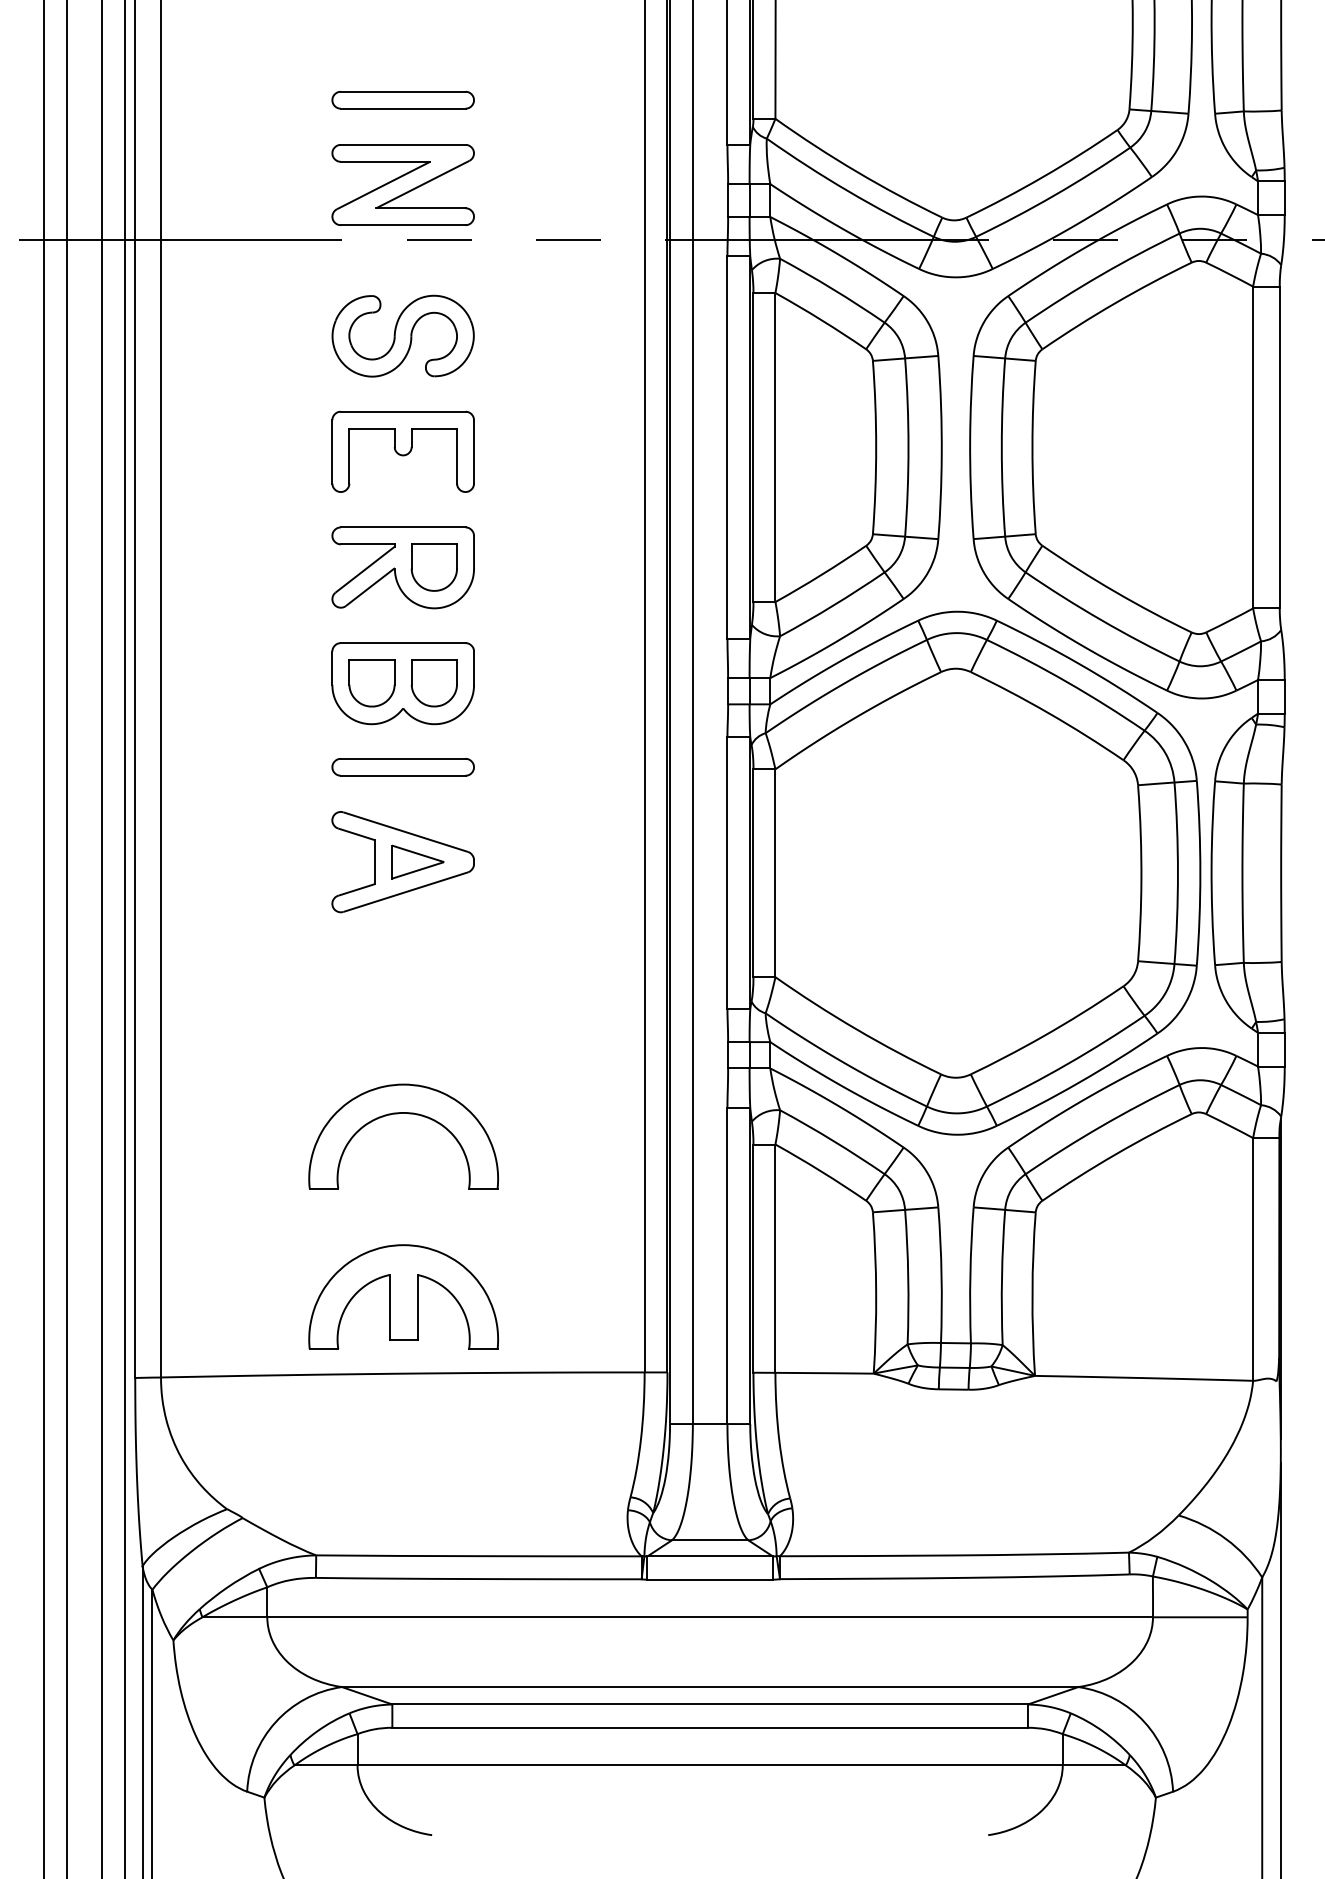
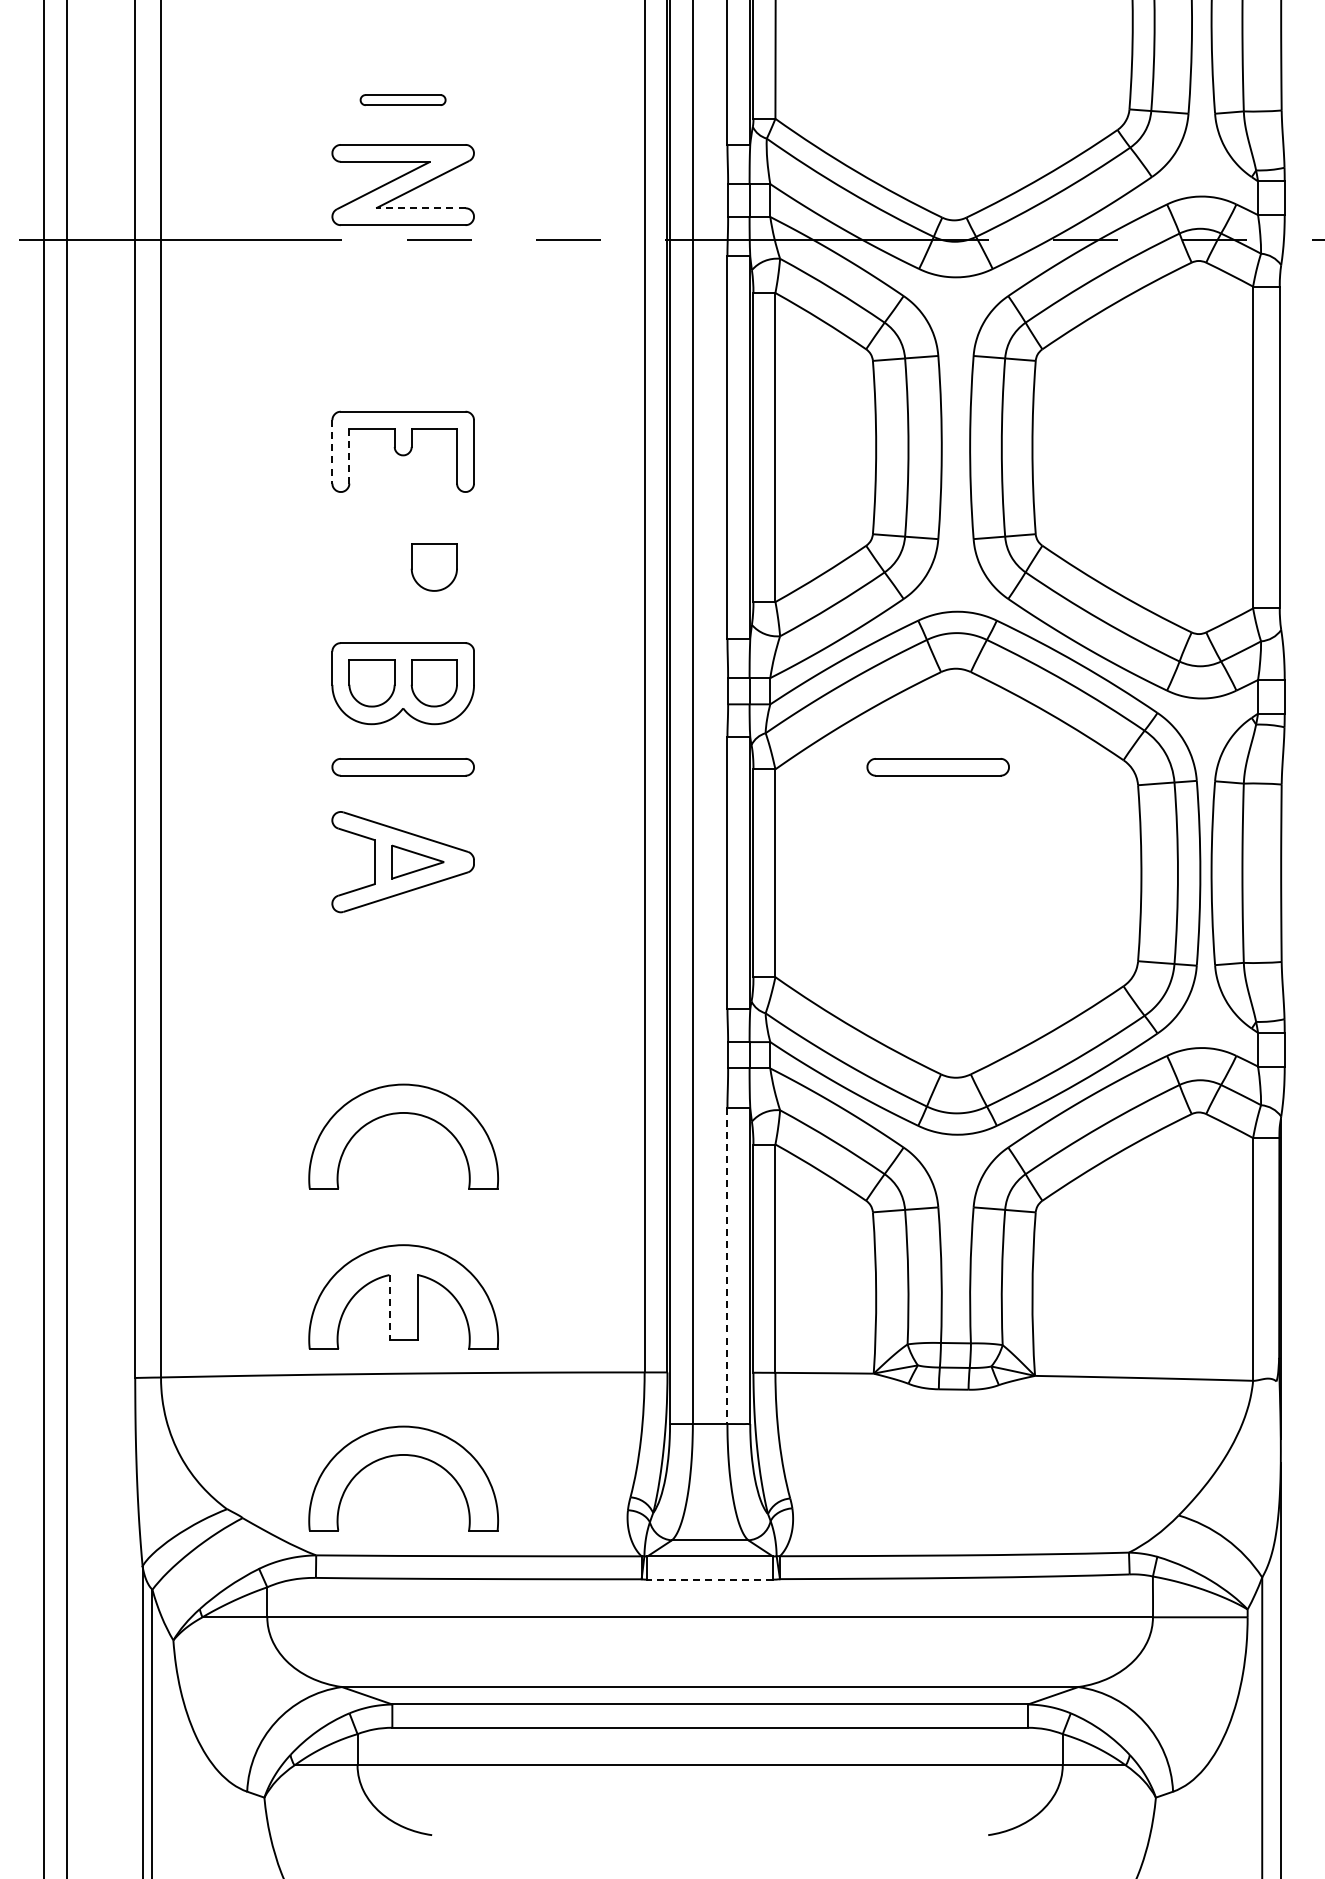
part at (402, 99) size: 144x20 px -> 88x12 px
line at (420, 208): solid -> dashed
part at (402, 335): present -> none
line at (332, 451): solid -> dashed
line at (349, 456): solid -> dashed
part at (402, 567): present -> none
part at (937, 767): none -> present
line at (101, 938): present -> none
line at (124, 938): present -> none
line at (727, 1266): solid -> dashed
line at (389, 1307): solid -> dashed
part at (398, 1456): none -> present
line at (710, 1579): solid -> dashed
